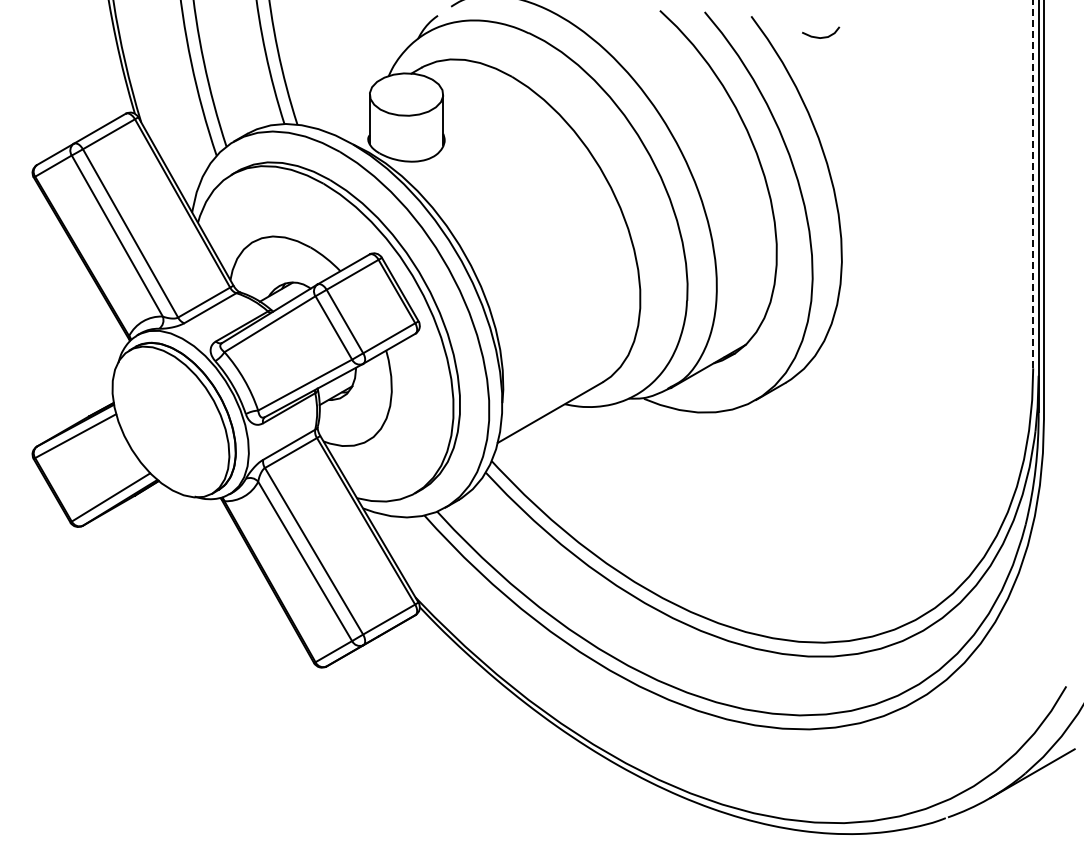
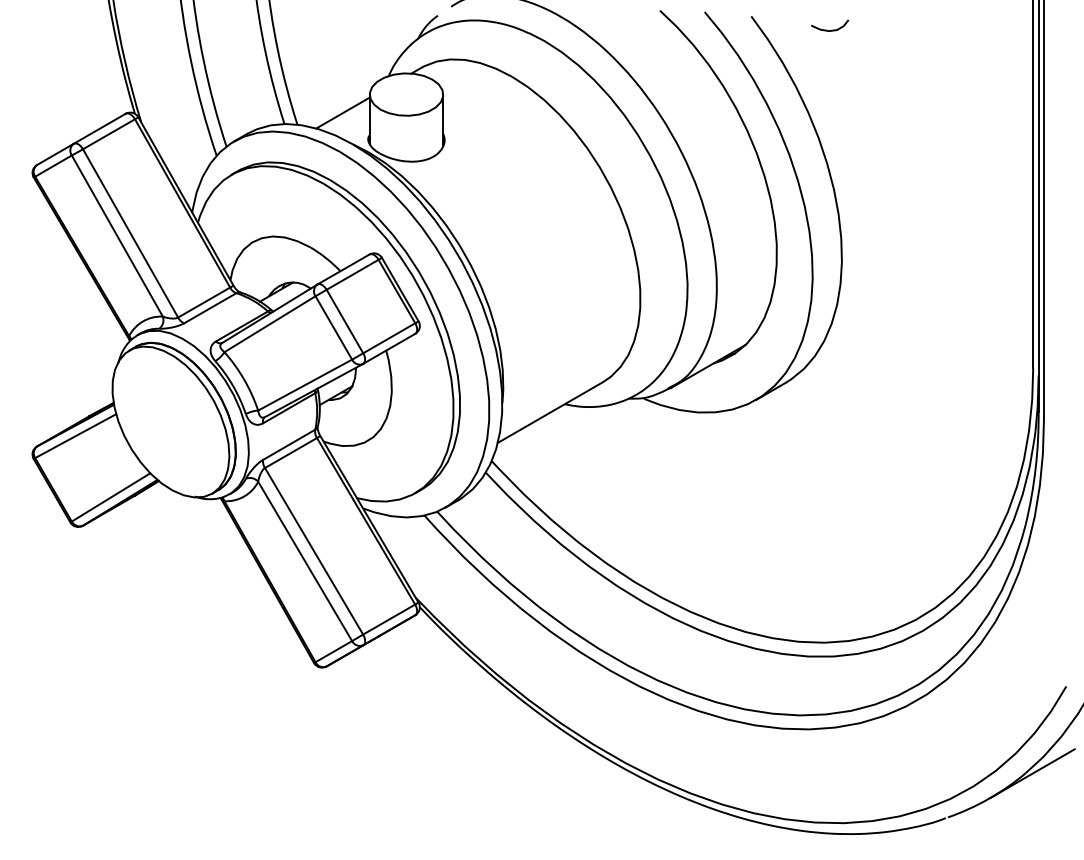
curve at (822, 36) position: (822, 36) -> (831, 29)
line at (342, 112): none -> present
line at (1033, 184): dashed -> solid
